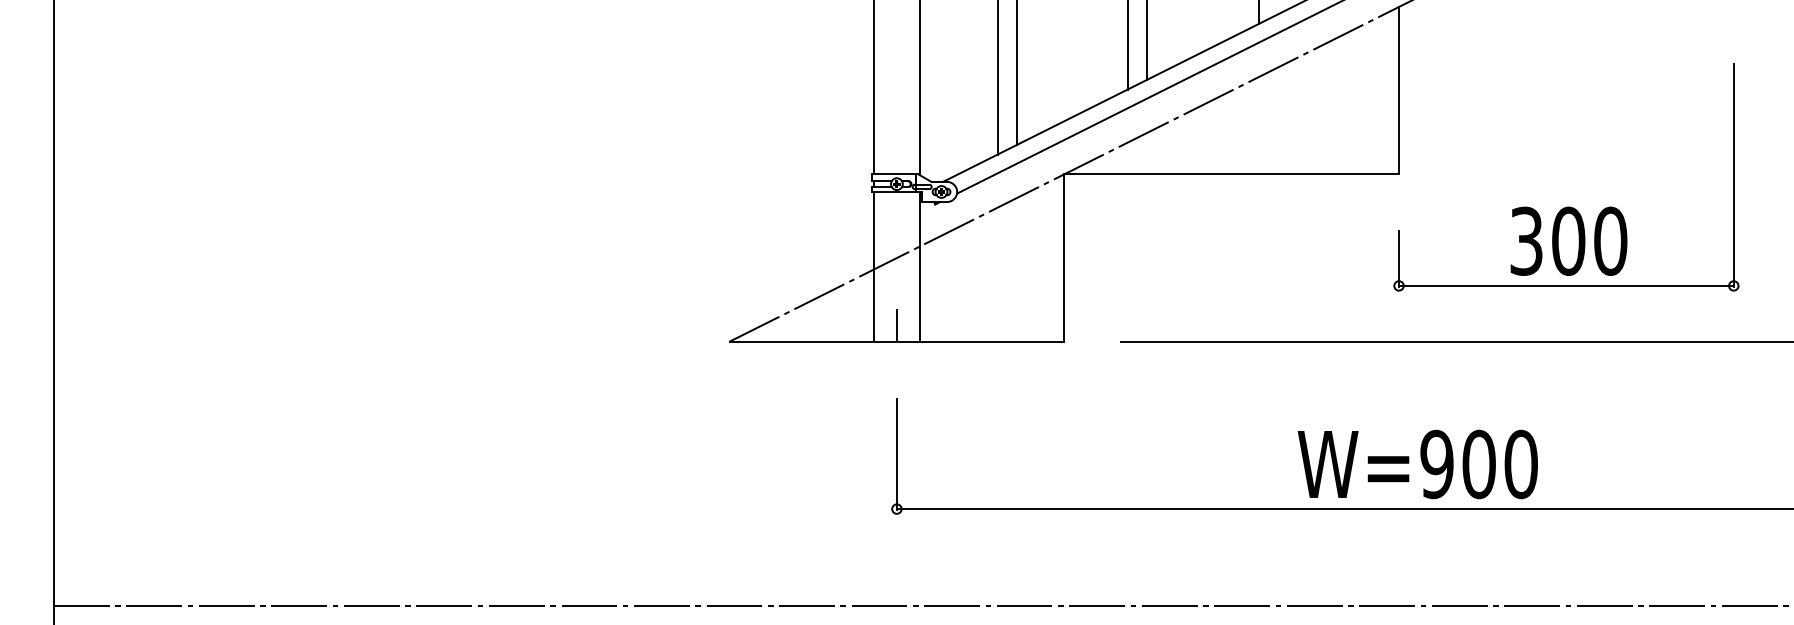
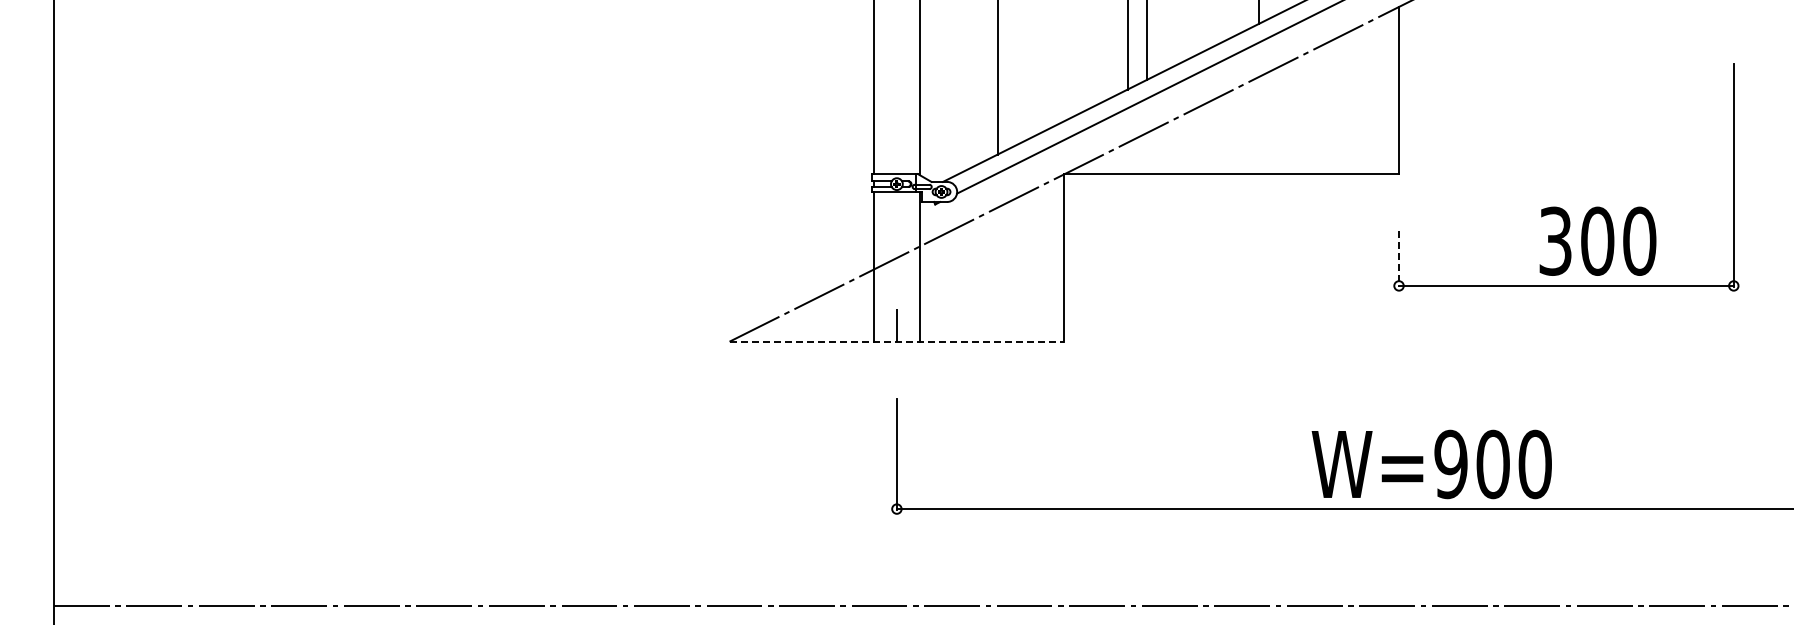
line at (1016, 73): present -> none
text at (1568, 240) position: (1568, 240) -> (1597, 240)
line at (1399, 259): solid -> dashed
line at (897, 341): solid -> dashed
line at (1455, 341): present -> none
text at (1417, 464) position: (1417, 464) -> (1431, 464)
